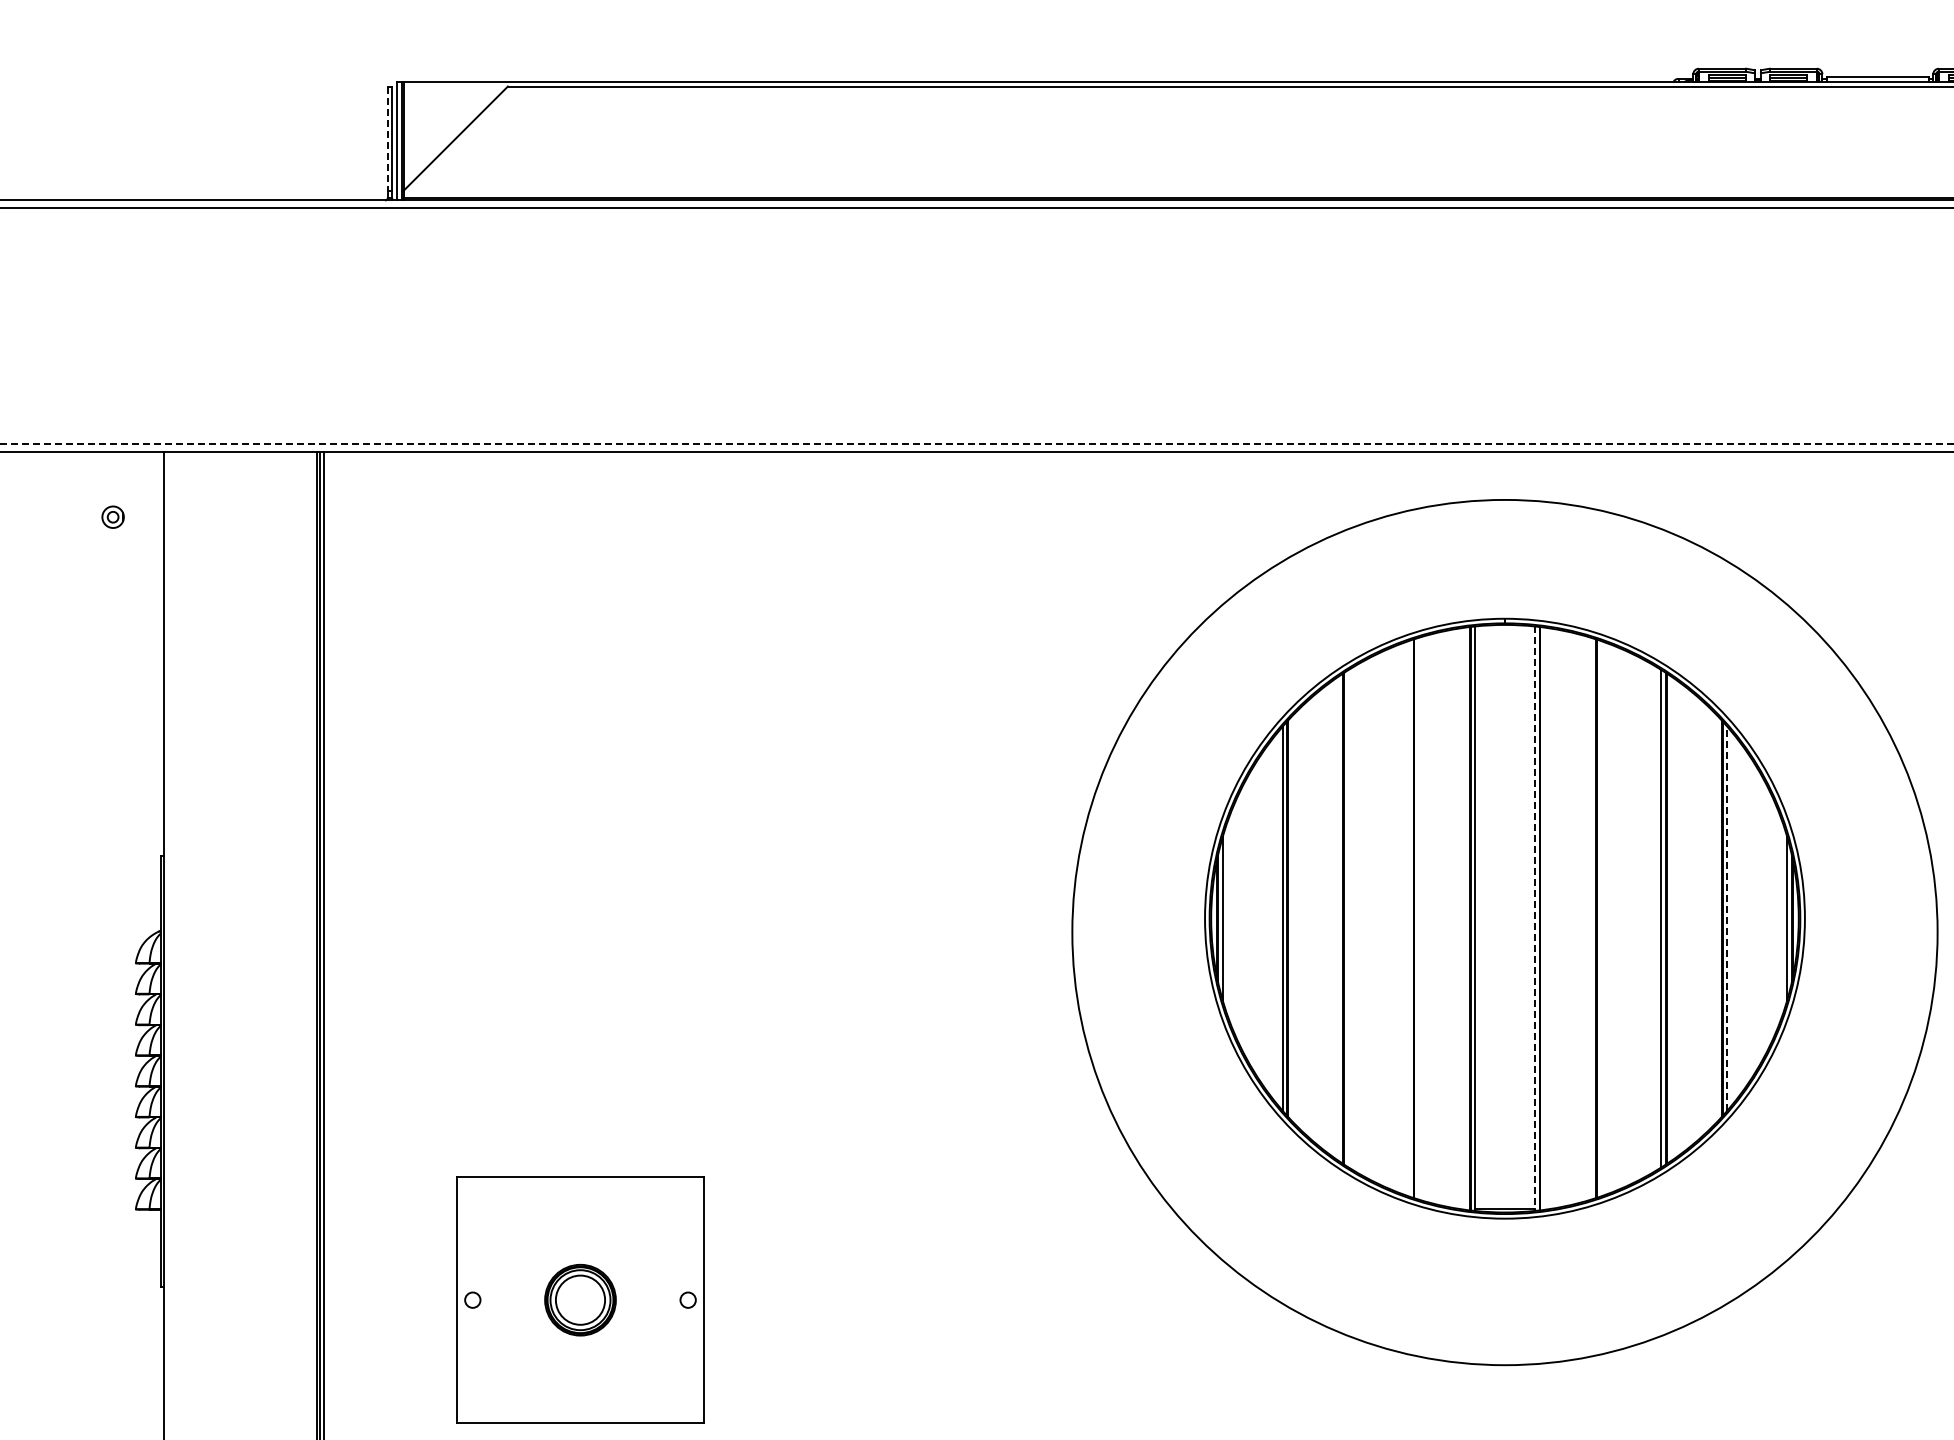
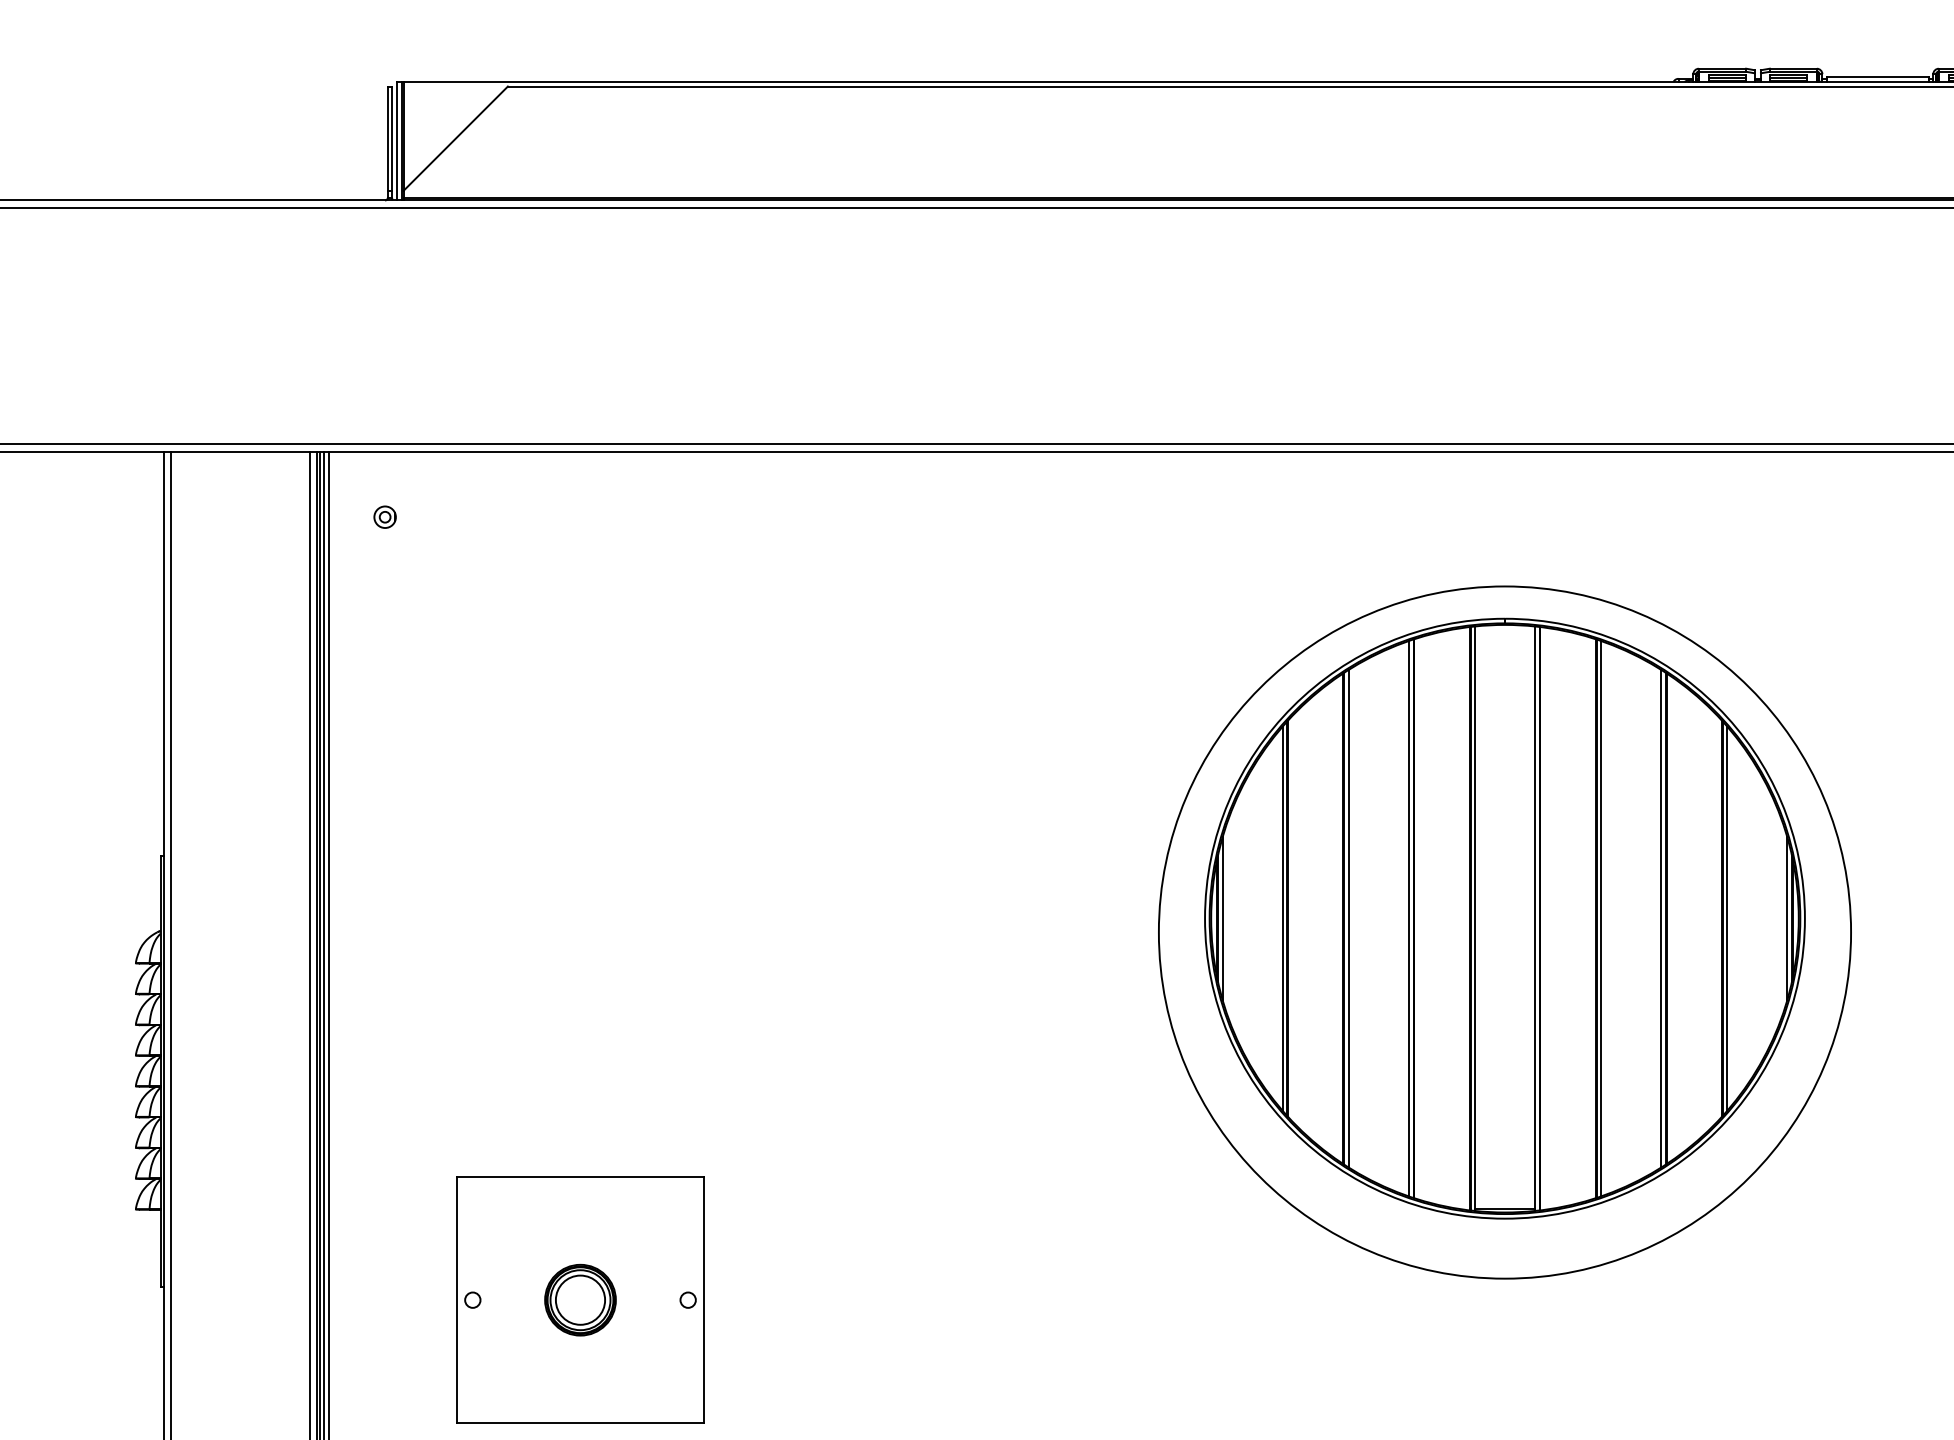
line at (387, 139): dashed -> solid
line at (977, 444): dashed -> solid
part at (112, 516) position: (112, 516) -> (384, 516)
line at (1349, 918): none -> present
line at (1409, 918): none -> present
line at (1601, 918): none -> present
line at (1727, 918): dashed -> solid
line at (1535, 919): dashed -> solid
circle at (1504, 932) diameter: 865 px -> 692 px
line at (170, 943): none -> present
line at (310, 943): none -> present
line at (329, 943): none -> present
